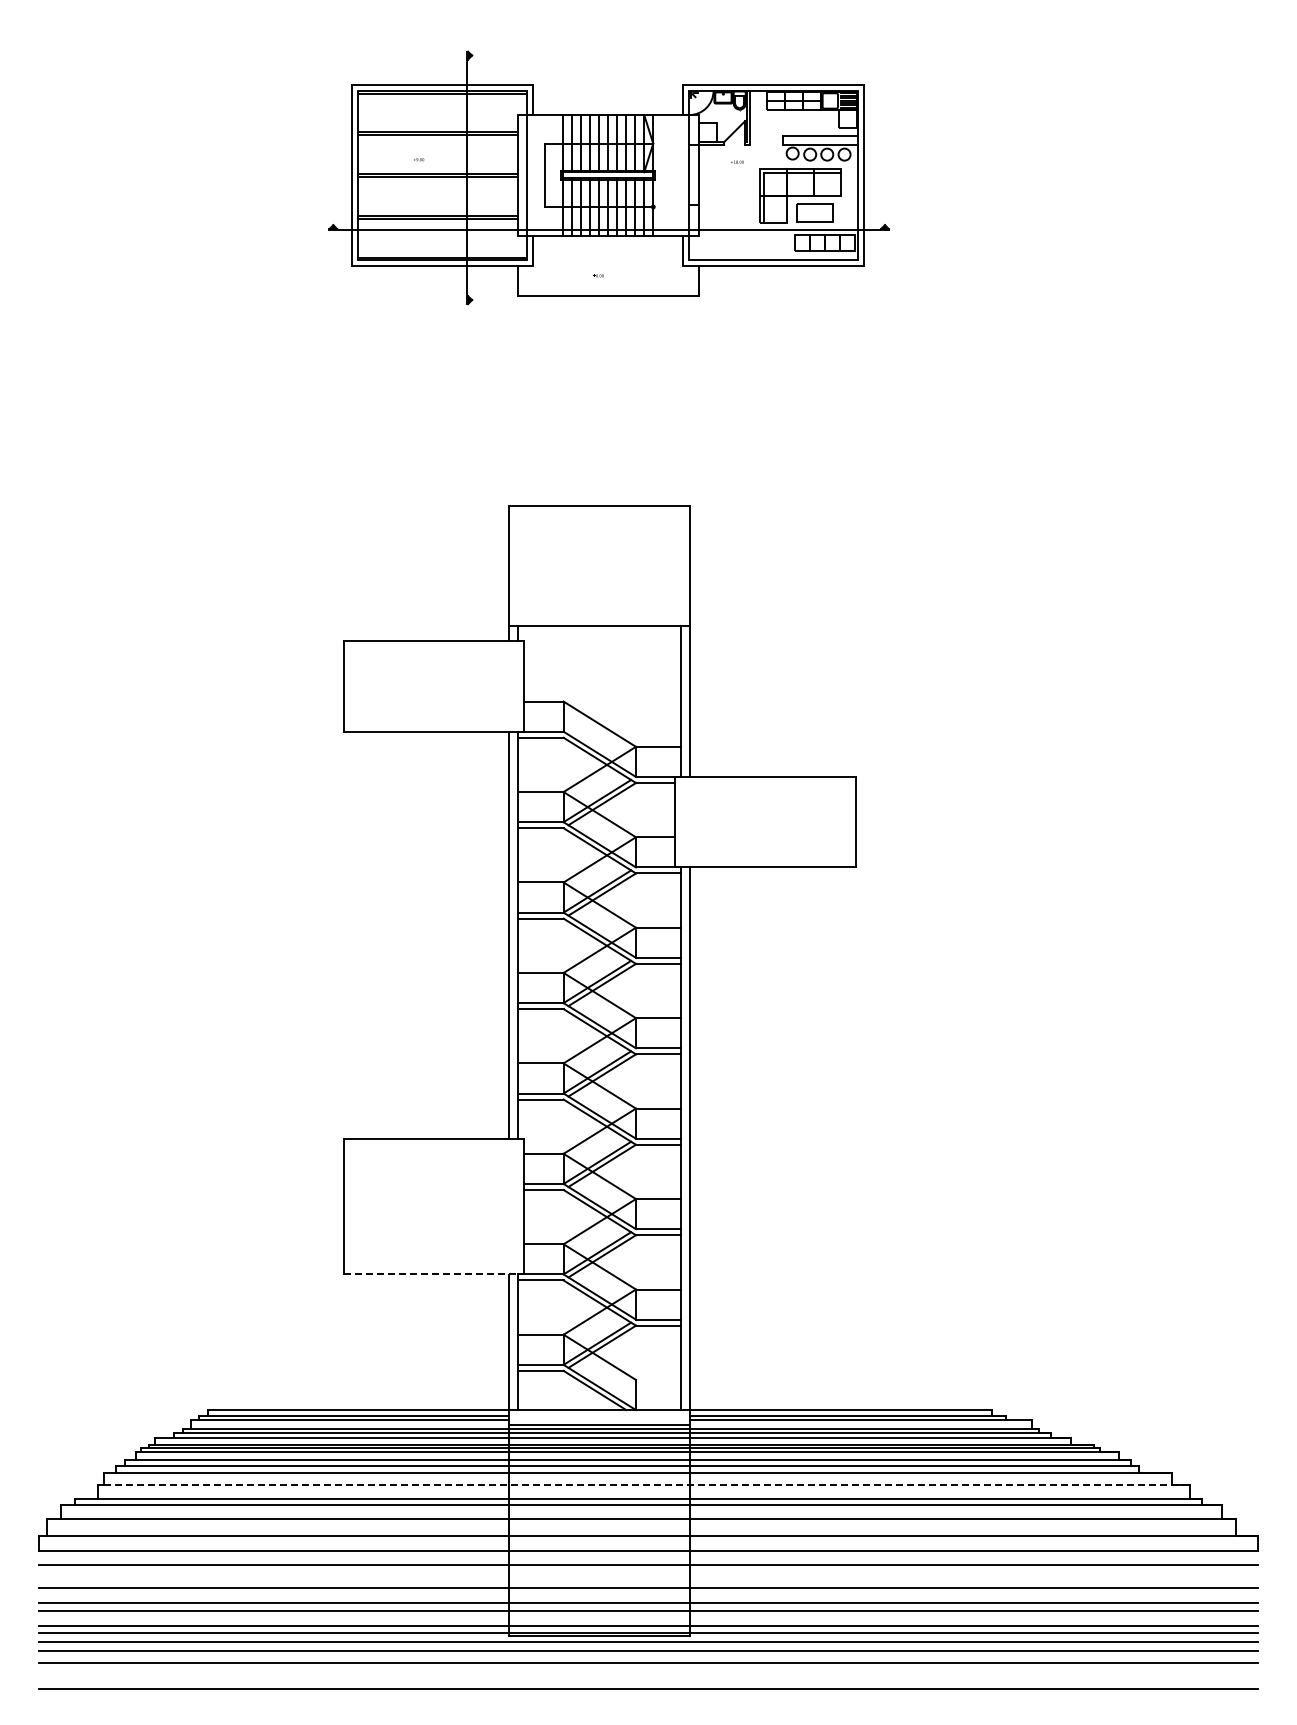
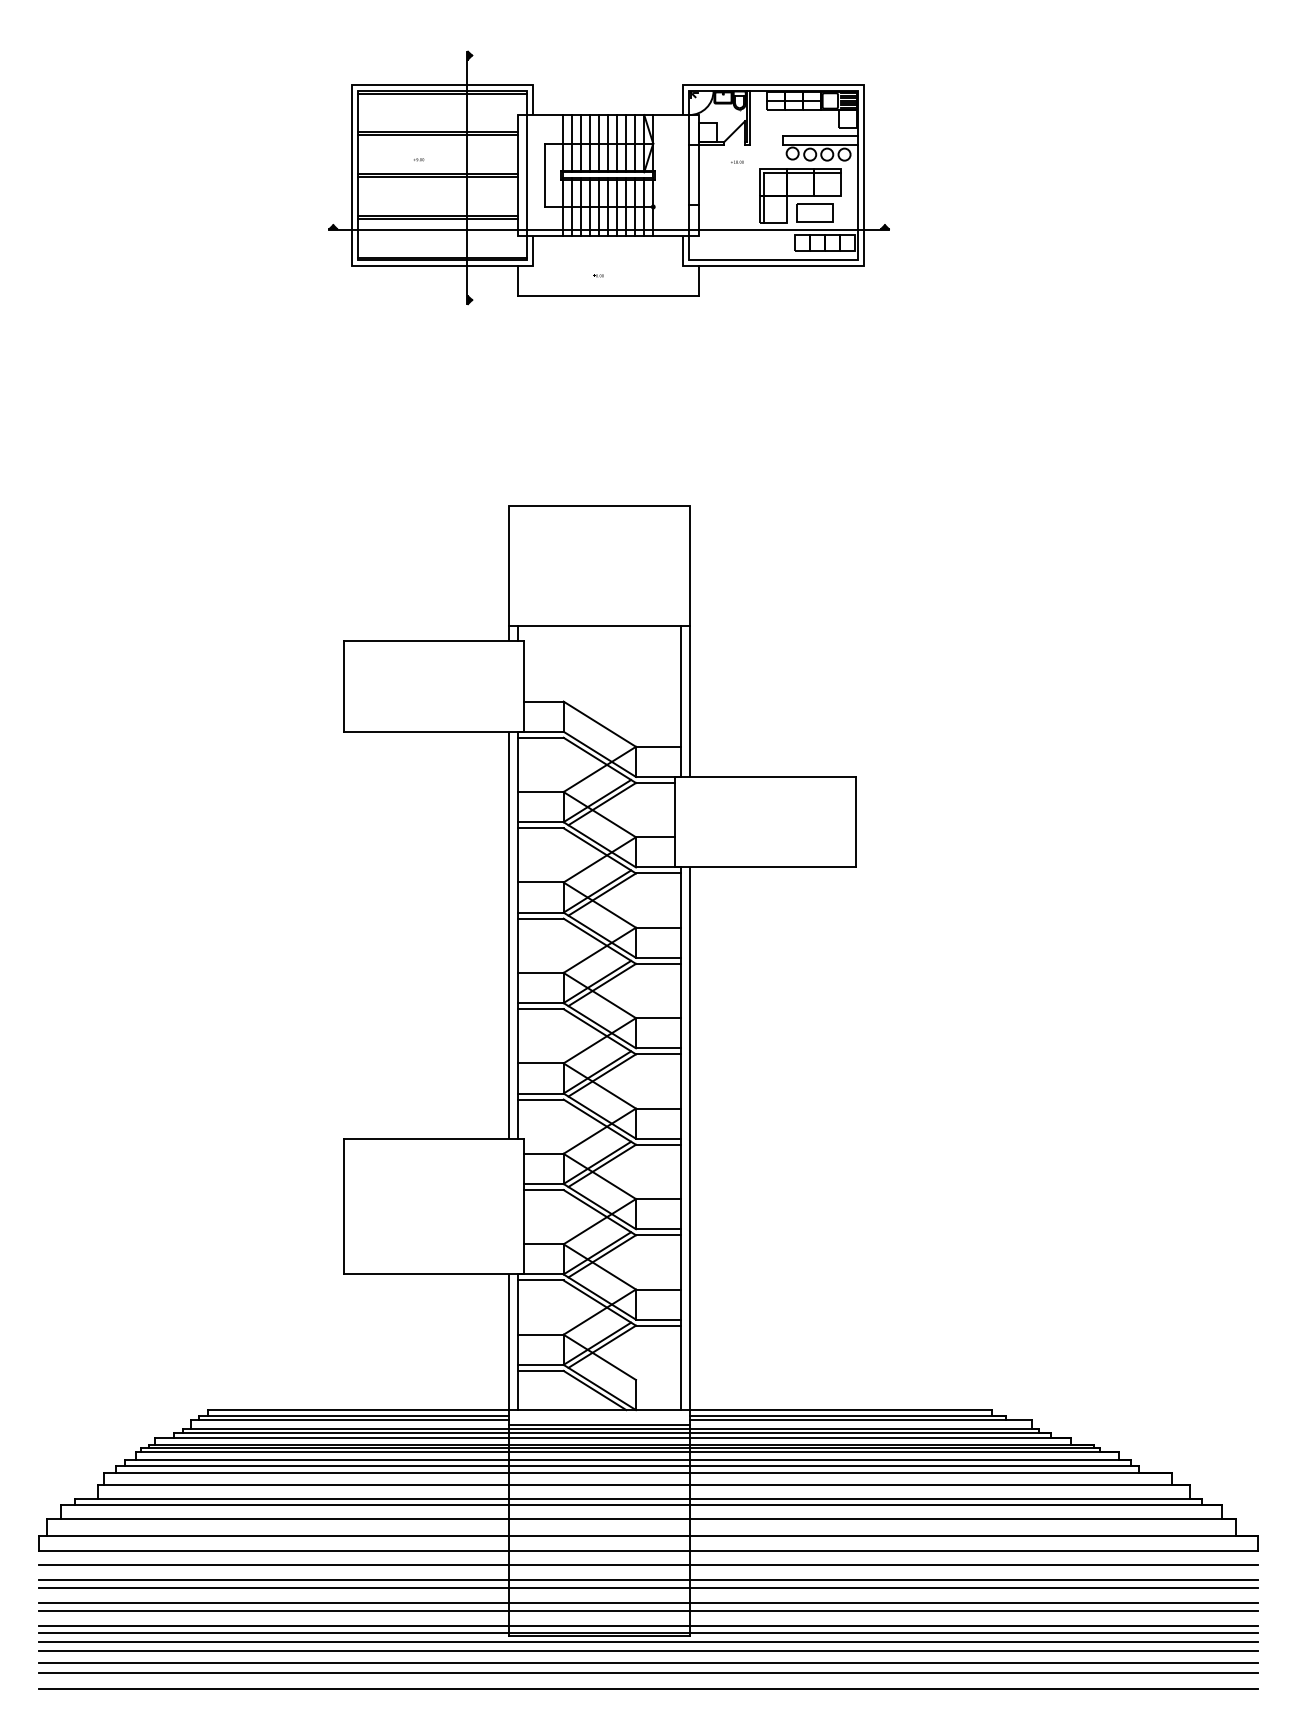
line at (434, 1274): dashed -> solid
line at (646, 1484): dashed -> solid
line at (648, 1580): none -> present
line at (648, 1673): none -> present
